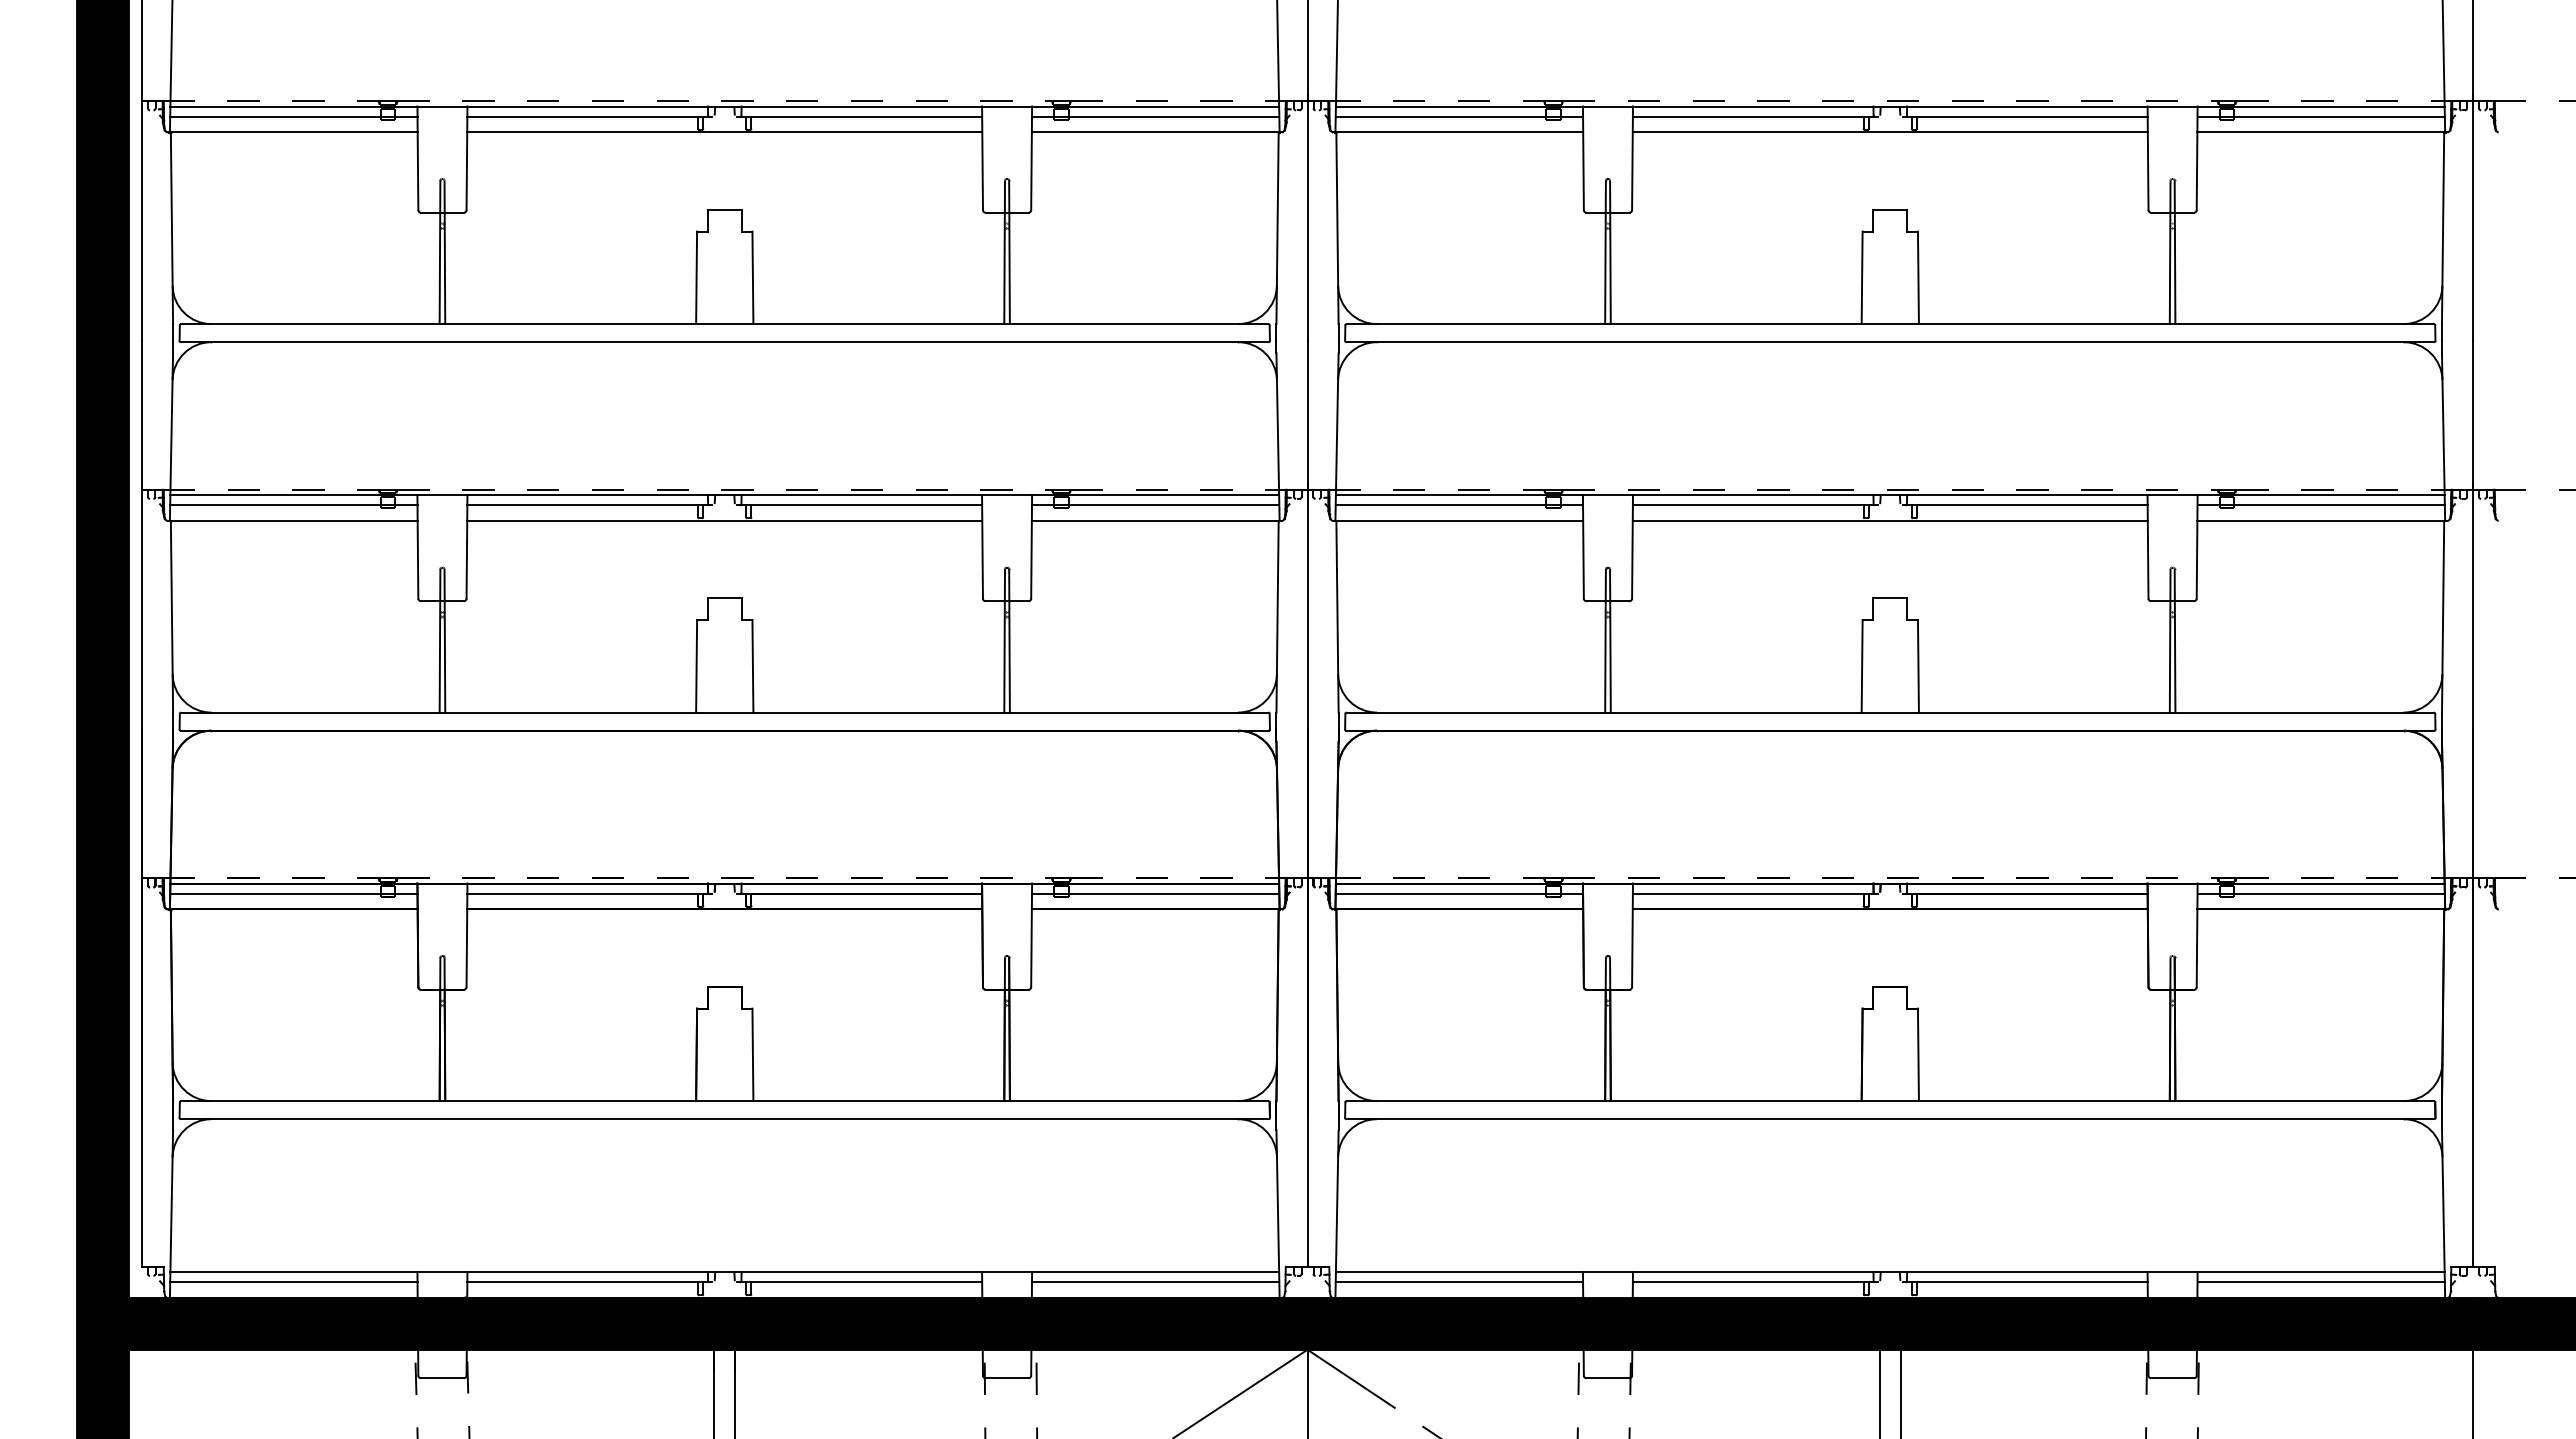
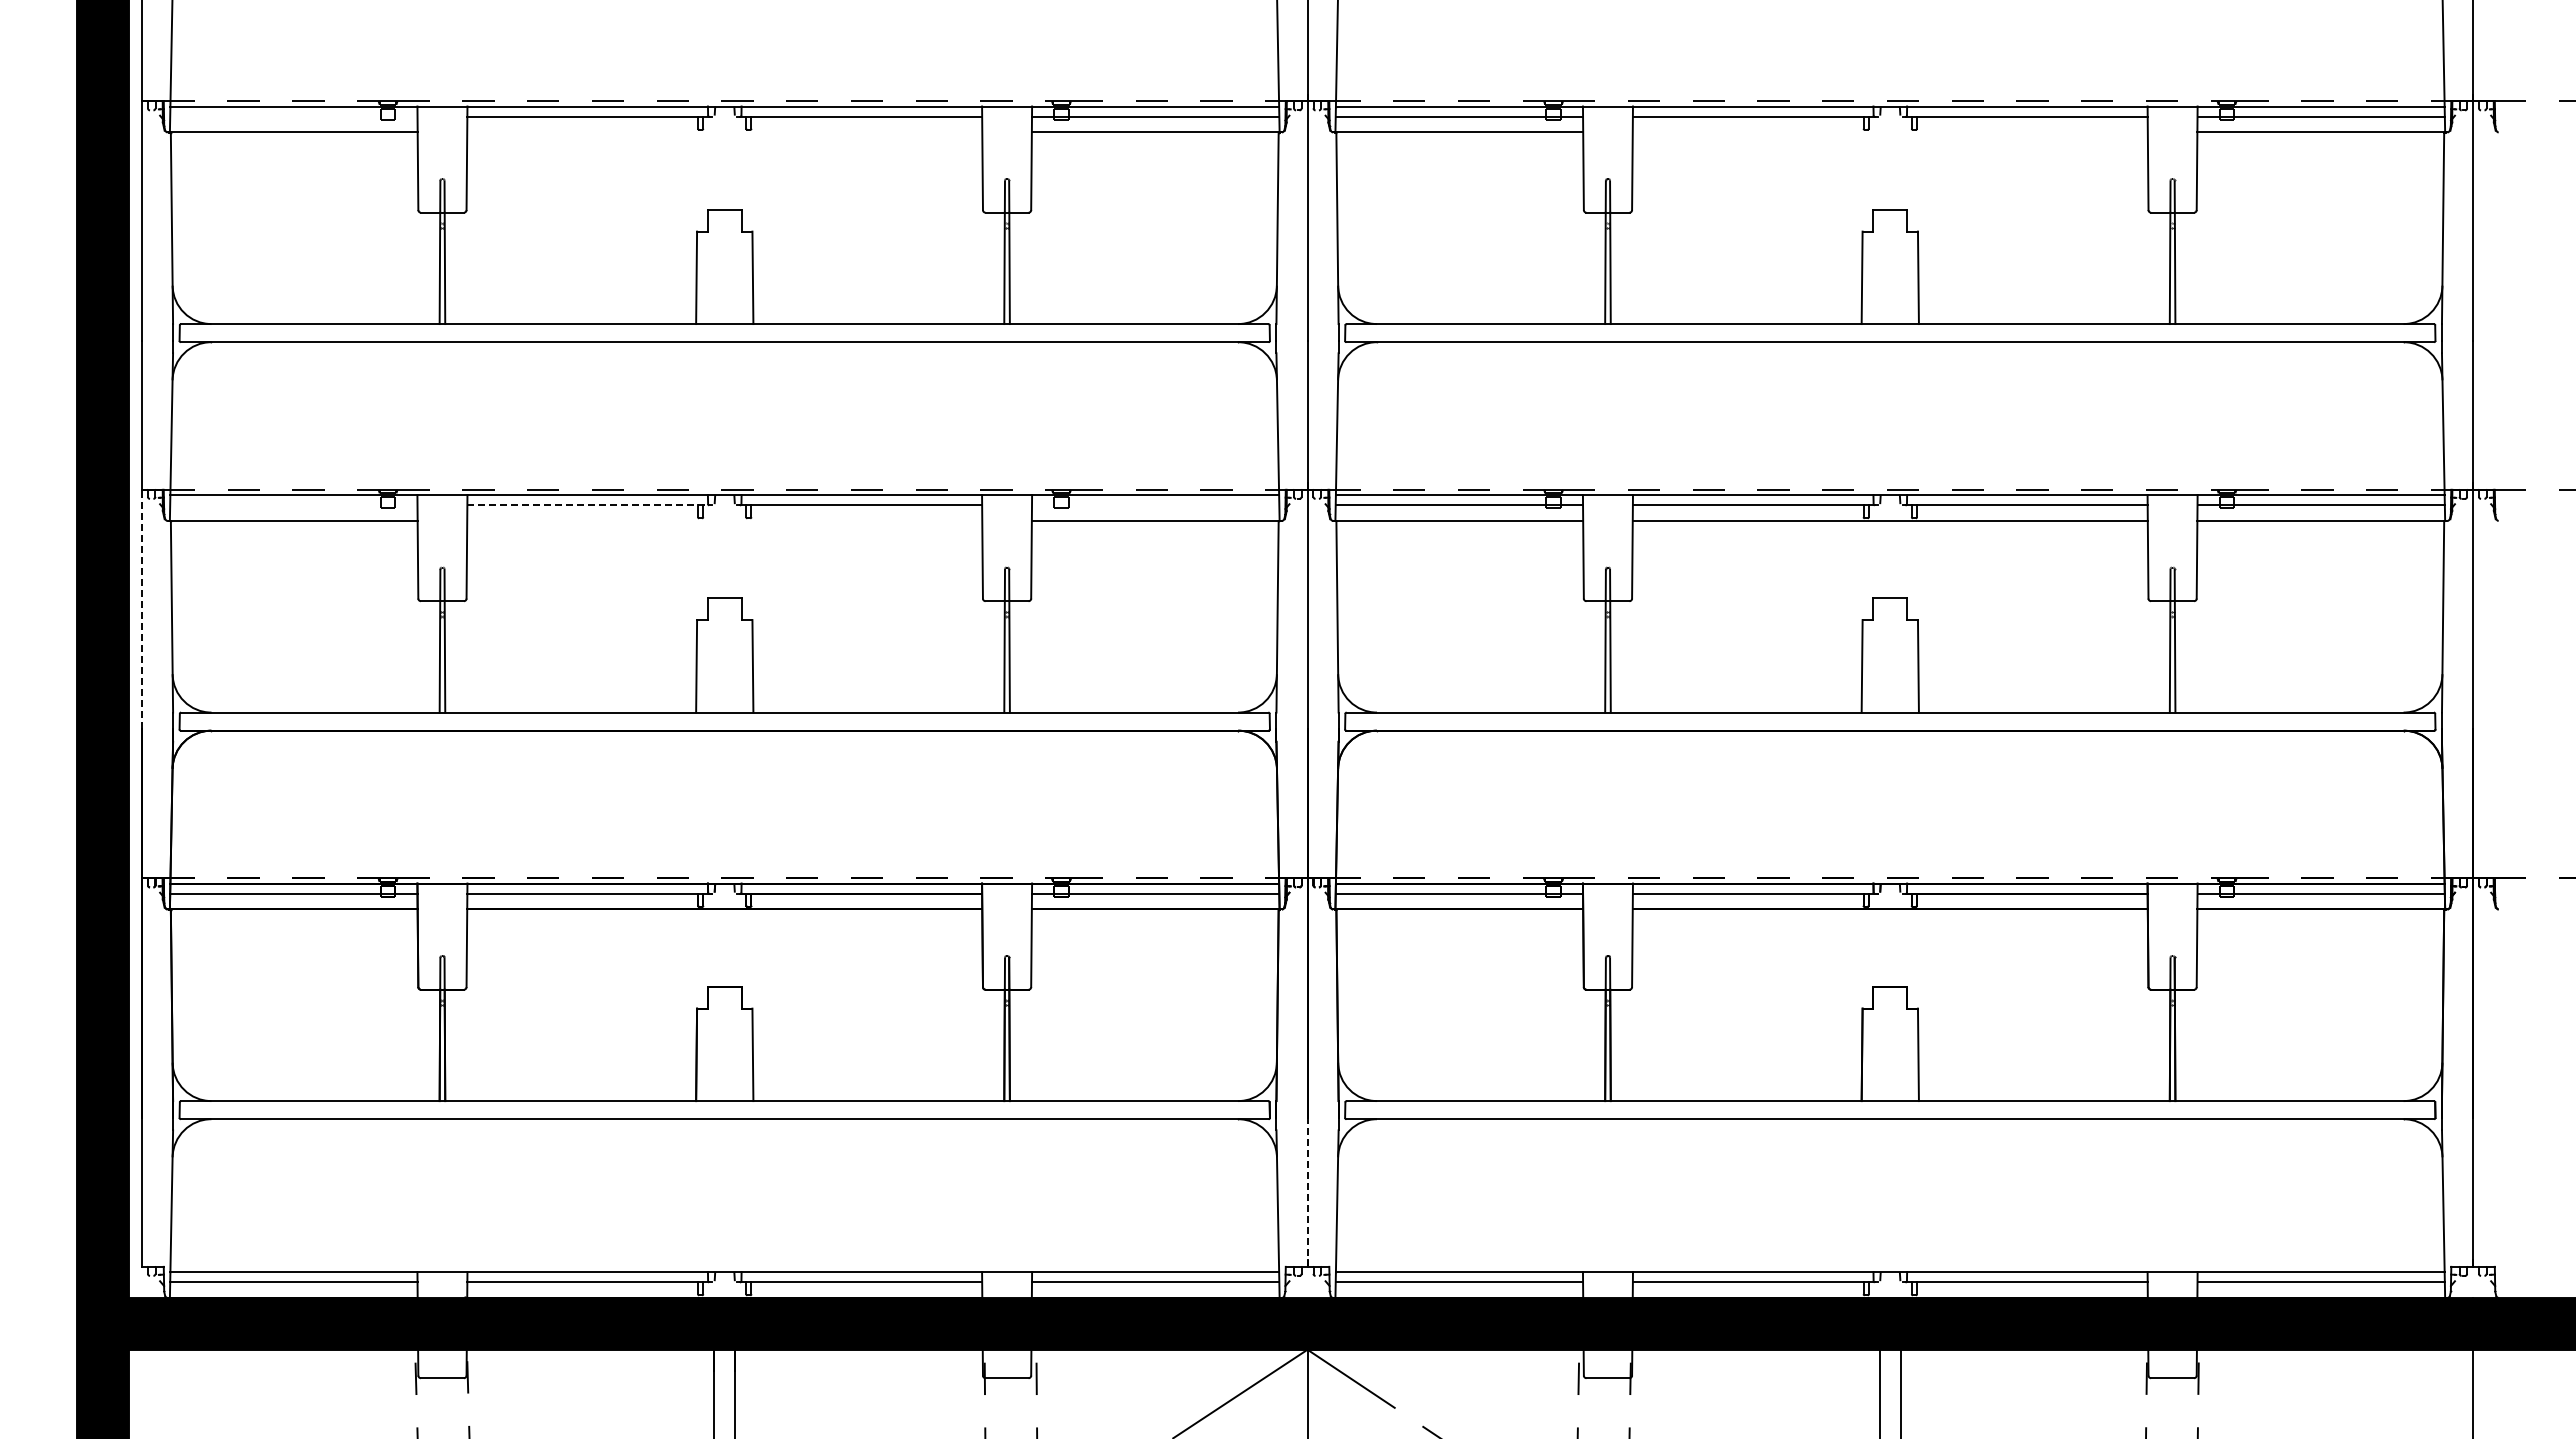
line at (293, 116): present -> none
line at (724, 132): present -> none
line at (1889, 132): present -> none
line at (293, 505): present -> none
line at (588, 505): solid -> dashed
line at (1155, 505): present -> none
line at (724, 520): present -> none
line at (142, 609): solid -> dashed
line at (1307, 1191): solid -> dashed
